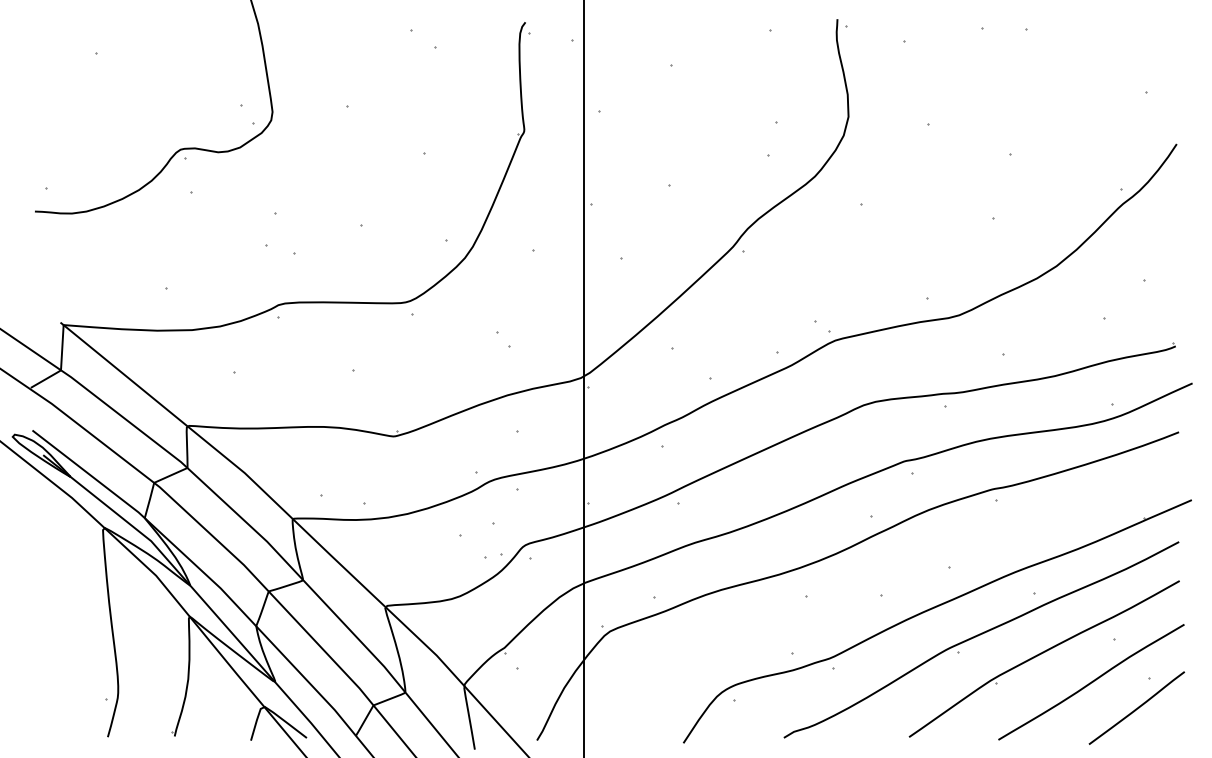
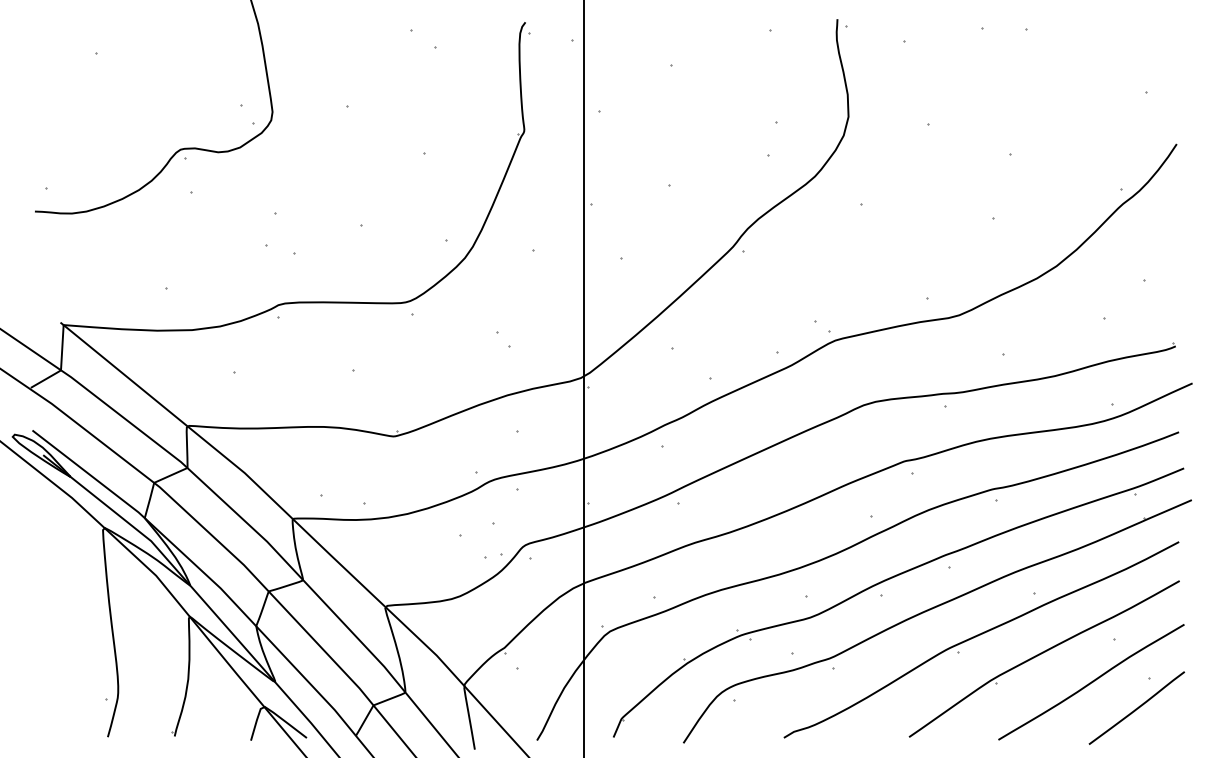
part at (890, 579): none -> present
